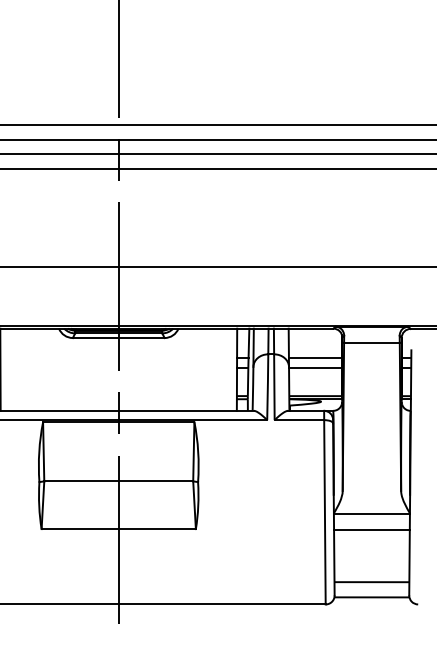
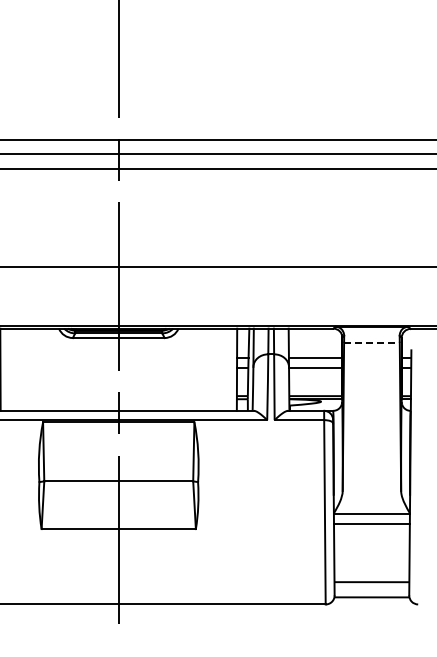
line at (217, 124): present -> none
line at (371, 342): solid -> dashed
line at (371, 529) position: (371, 529) -> (371, 523)
